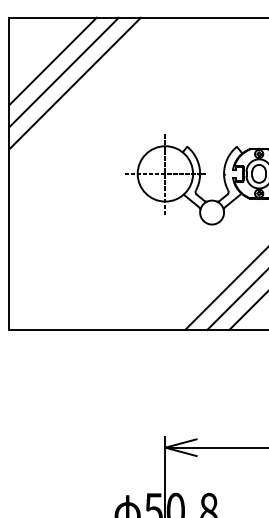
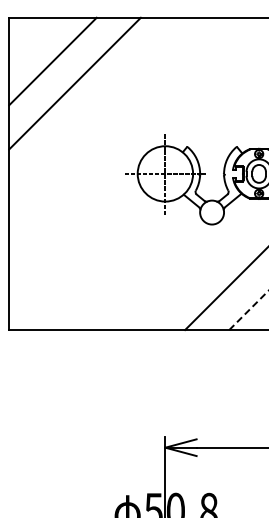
line at (63, 72): present -> none
line at (236, 300): present -> none
line at (249, 310): solid -> dashed
